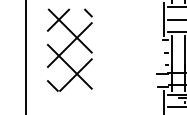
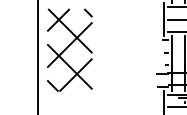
line at (26, 56) position: (26, 56) -> (38, 56)
